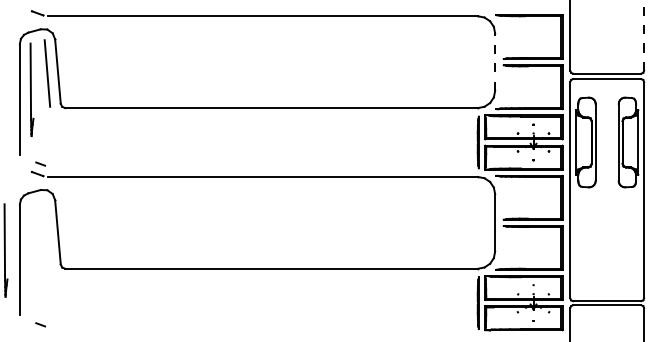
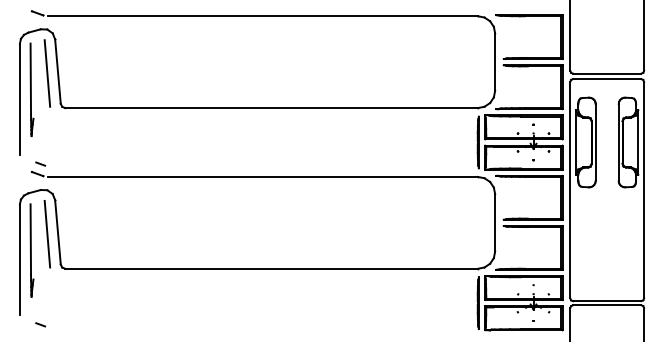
line at (644, 35): dashed -> solid
line at (495, 62): dashed -> solid
line at (47, 233): none -> present
part at (5, 250) position: (5, 250) -> (31, 250)
